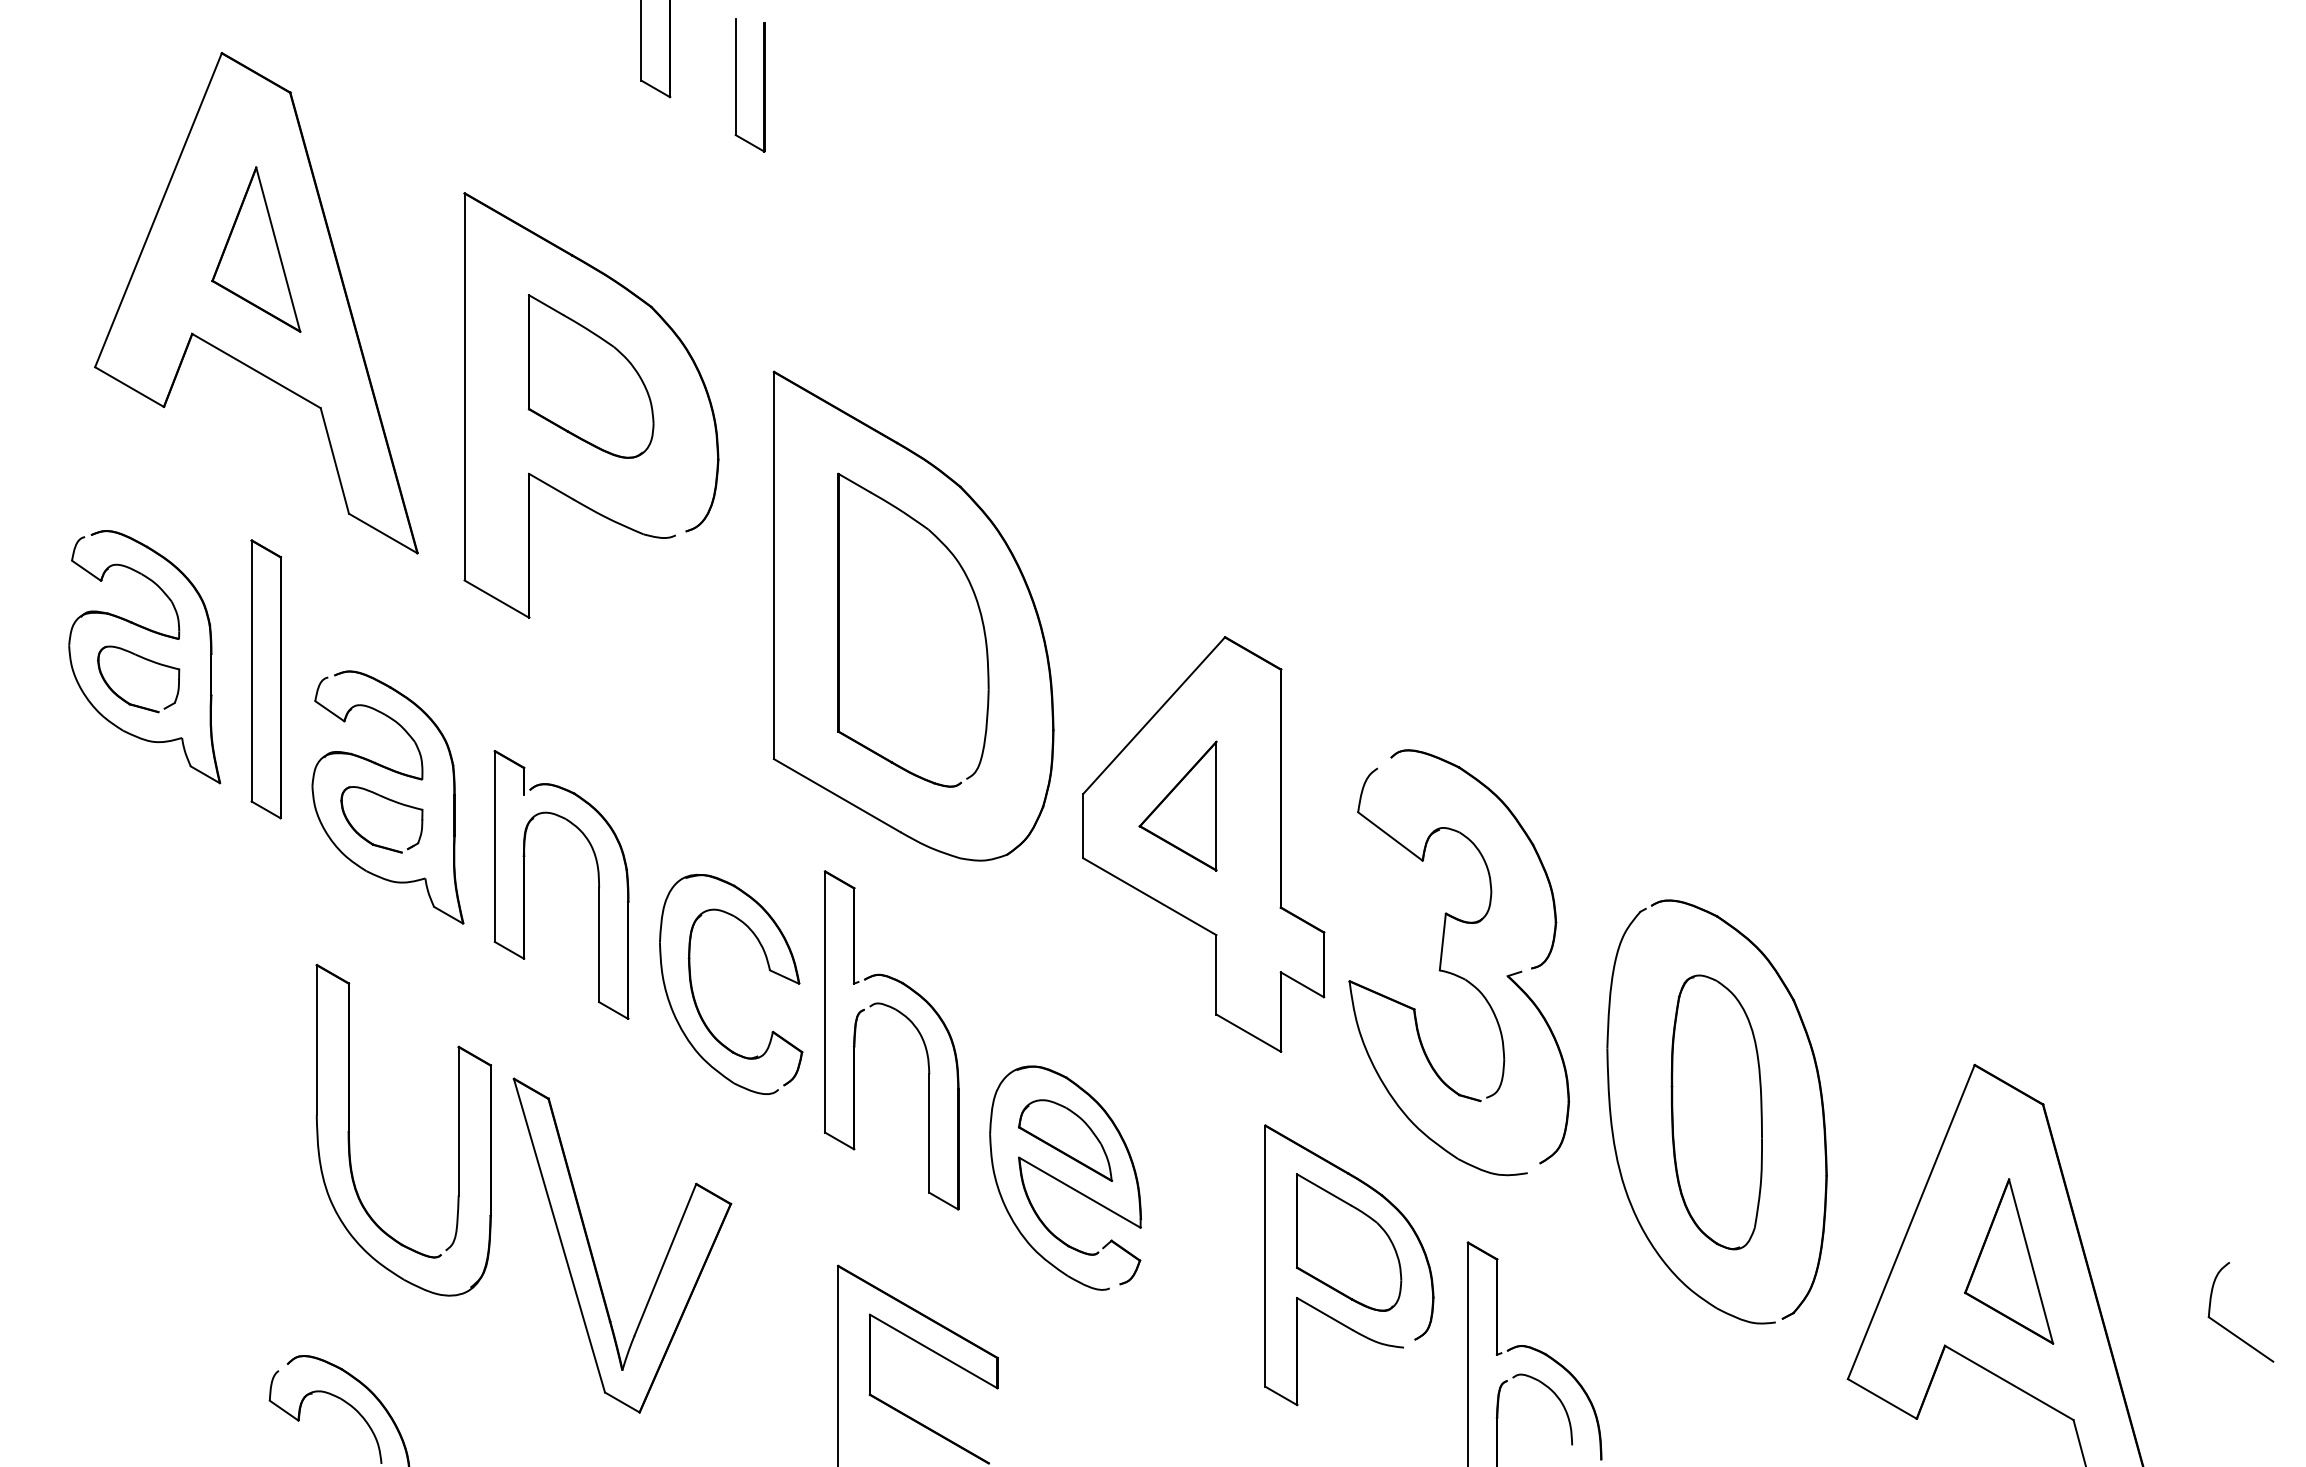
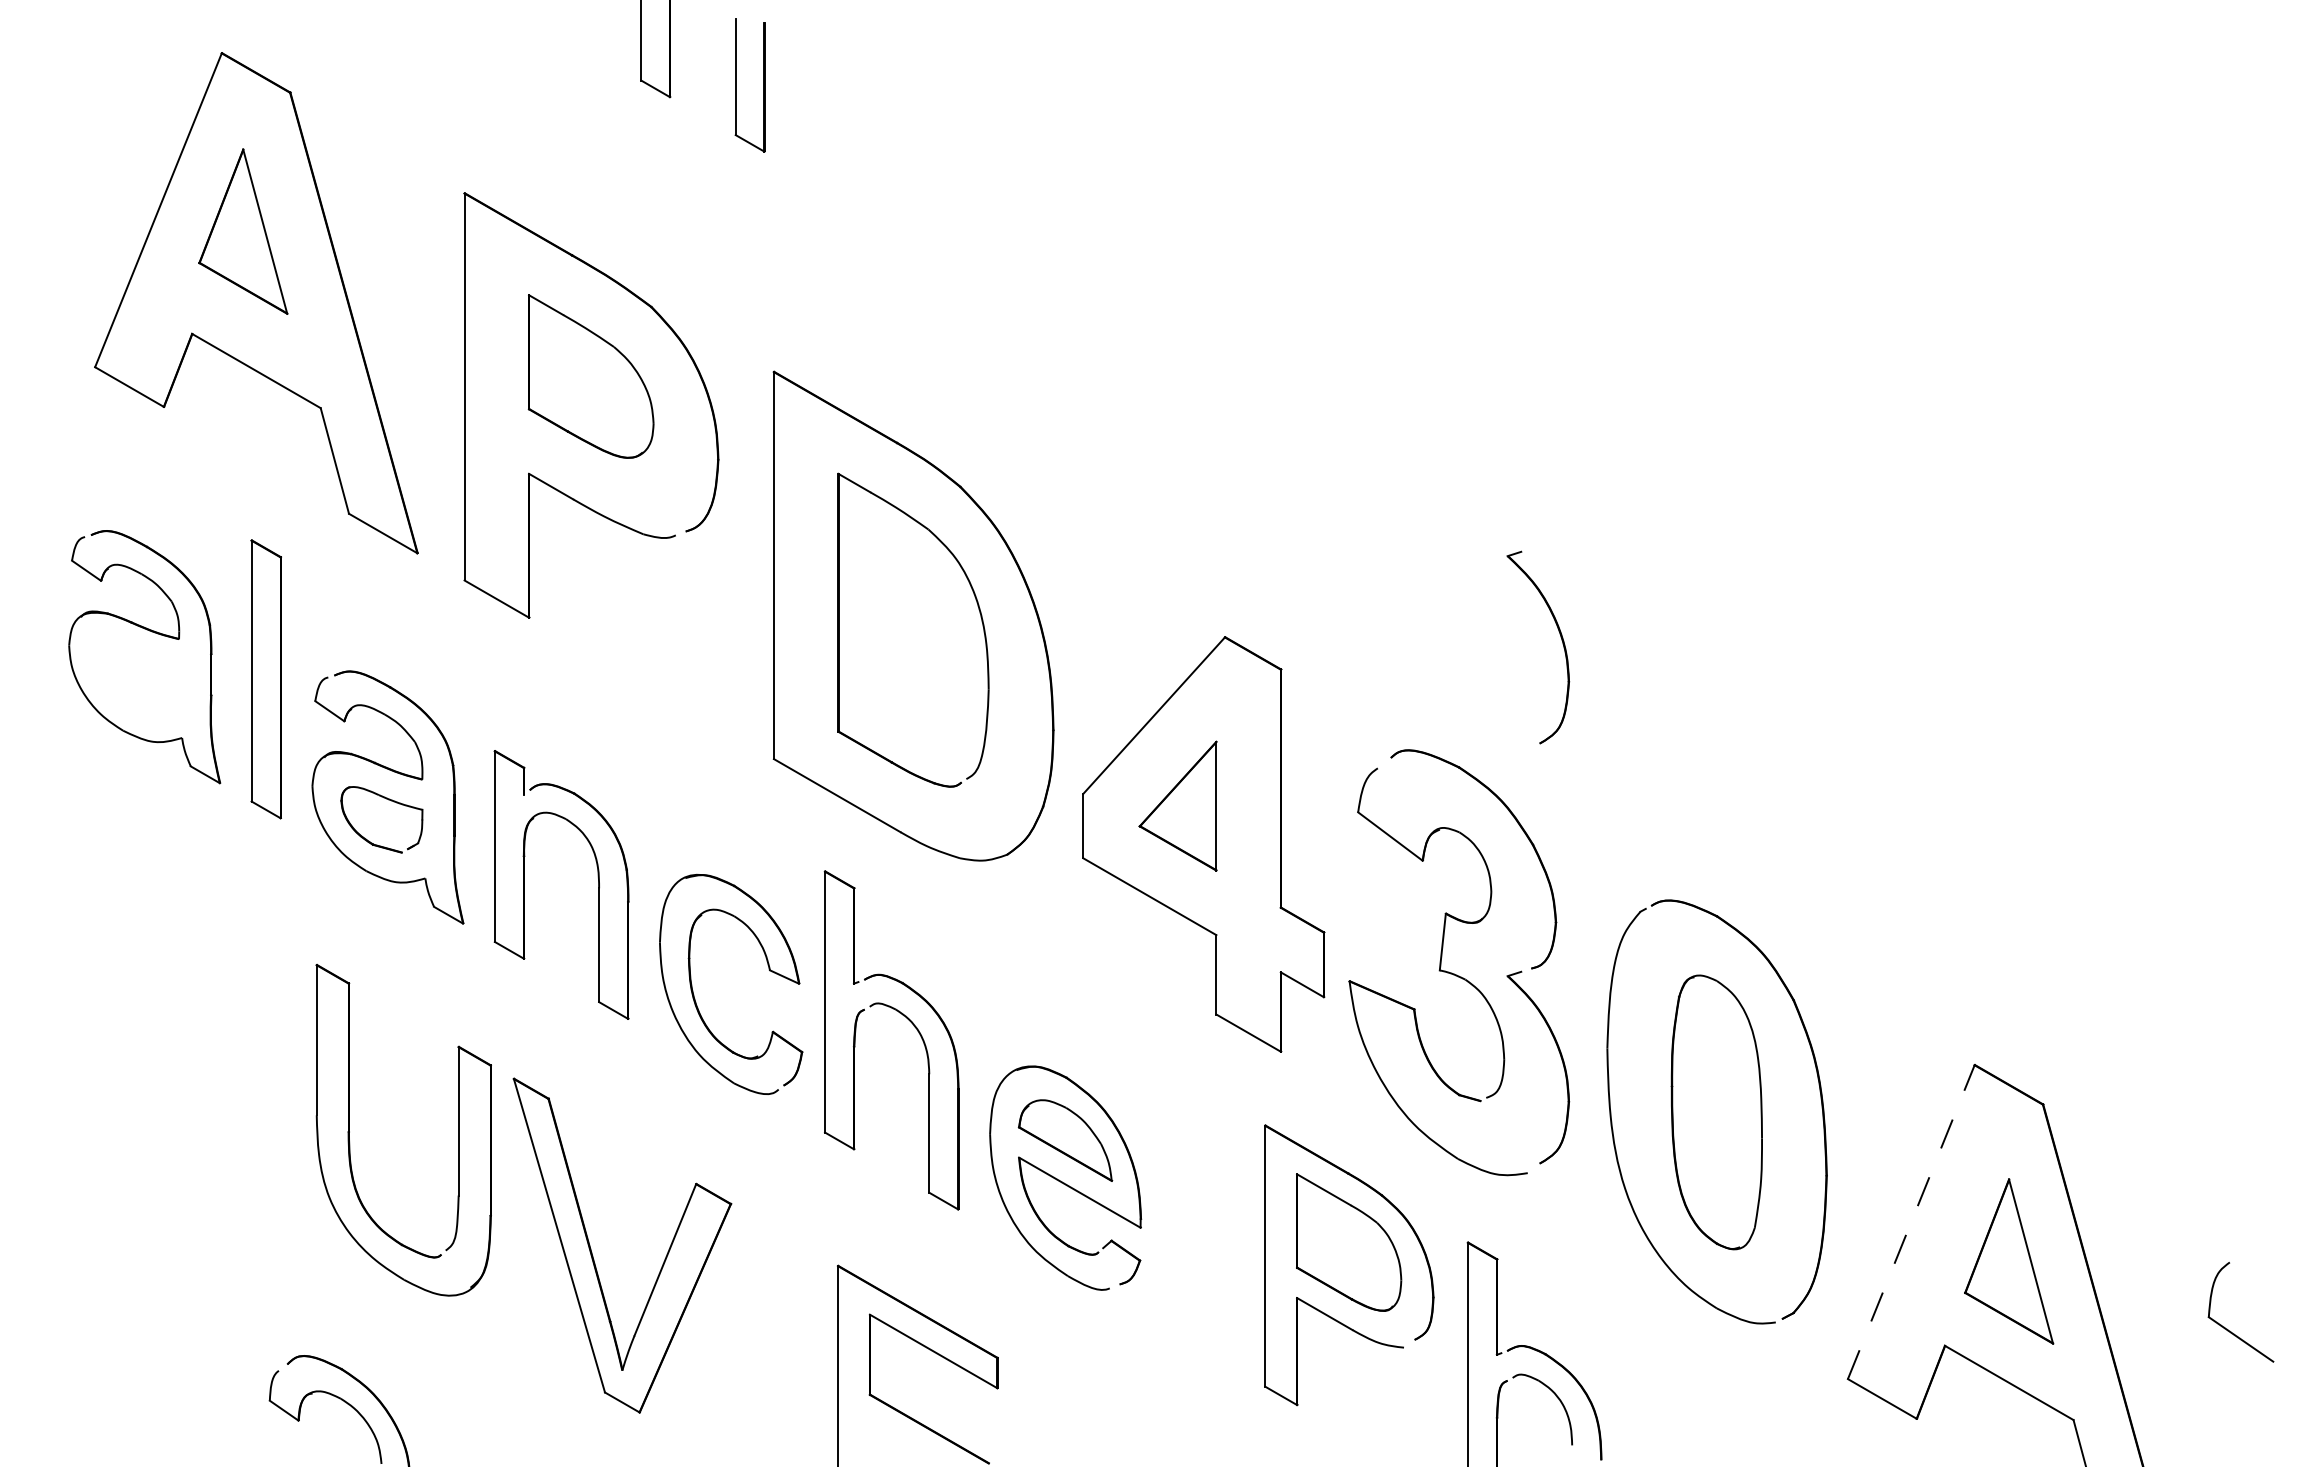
part at (256, 249) position: (256, 249) -> (243, 231)
part at (1561, 640): none -> present
part at (146, 660): present -> none
line at (1911, 1221): solid -> dashed
